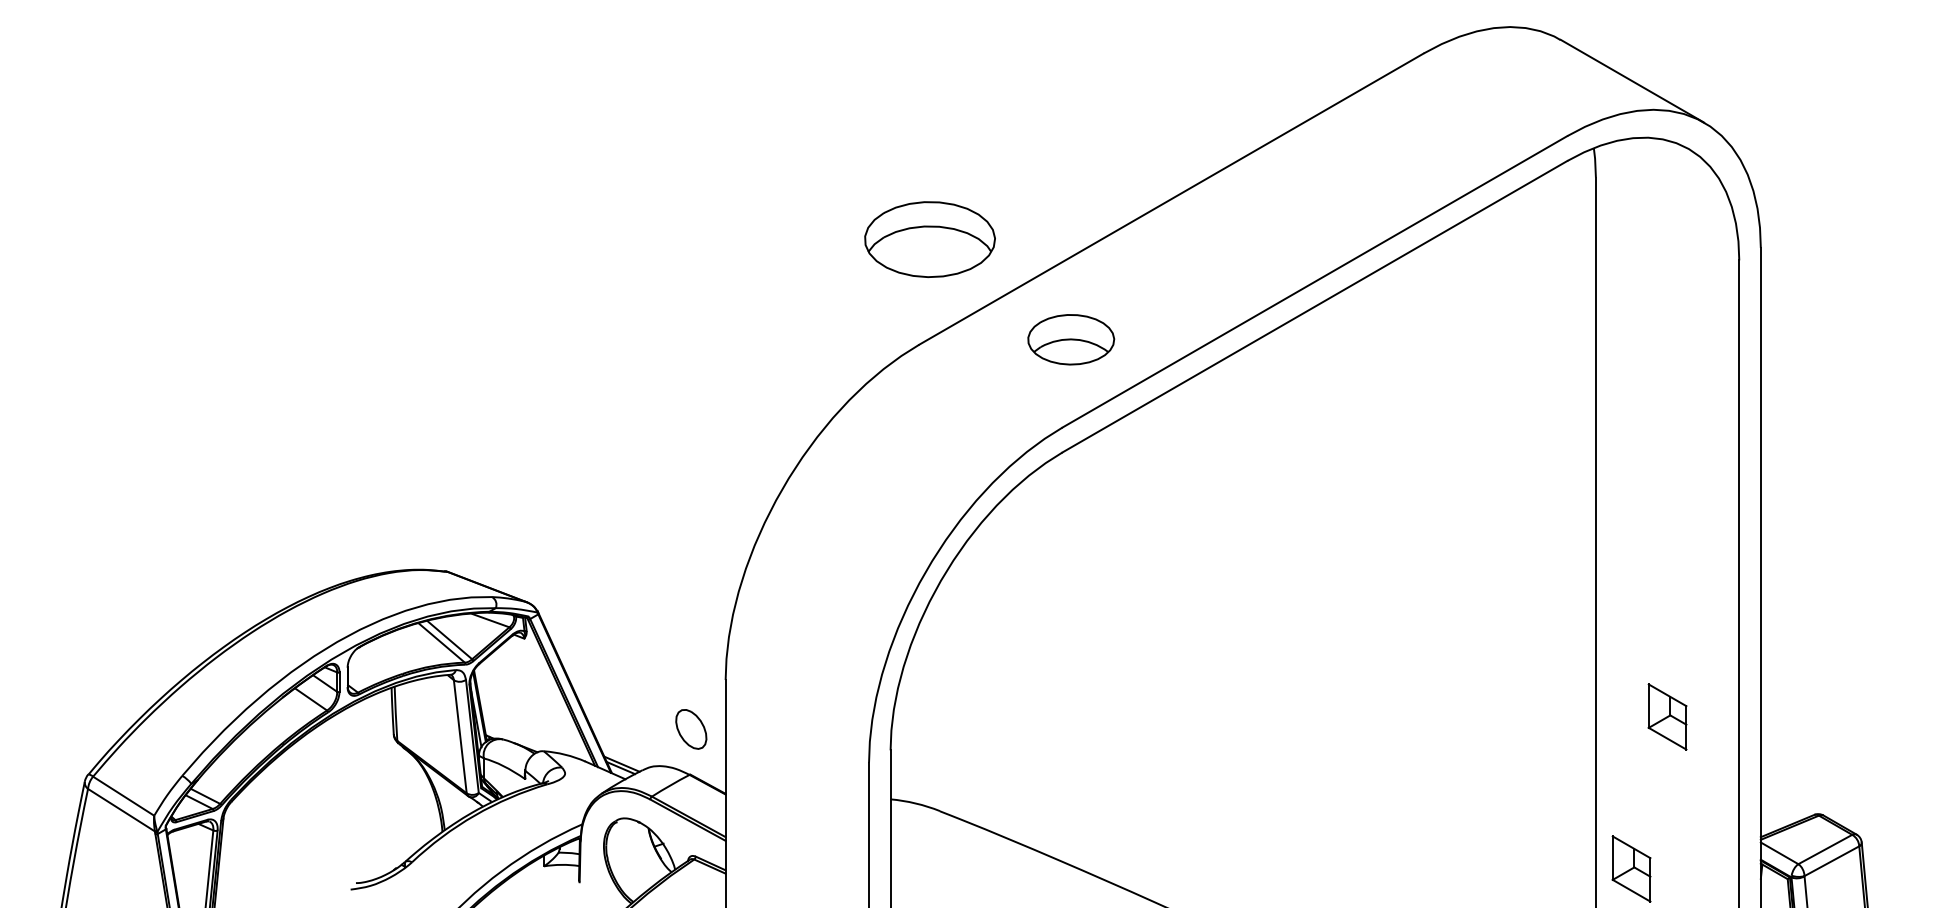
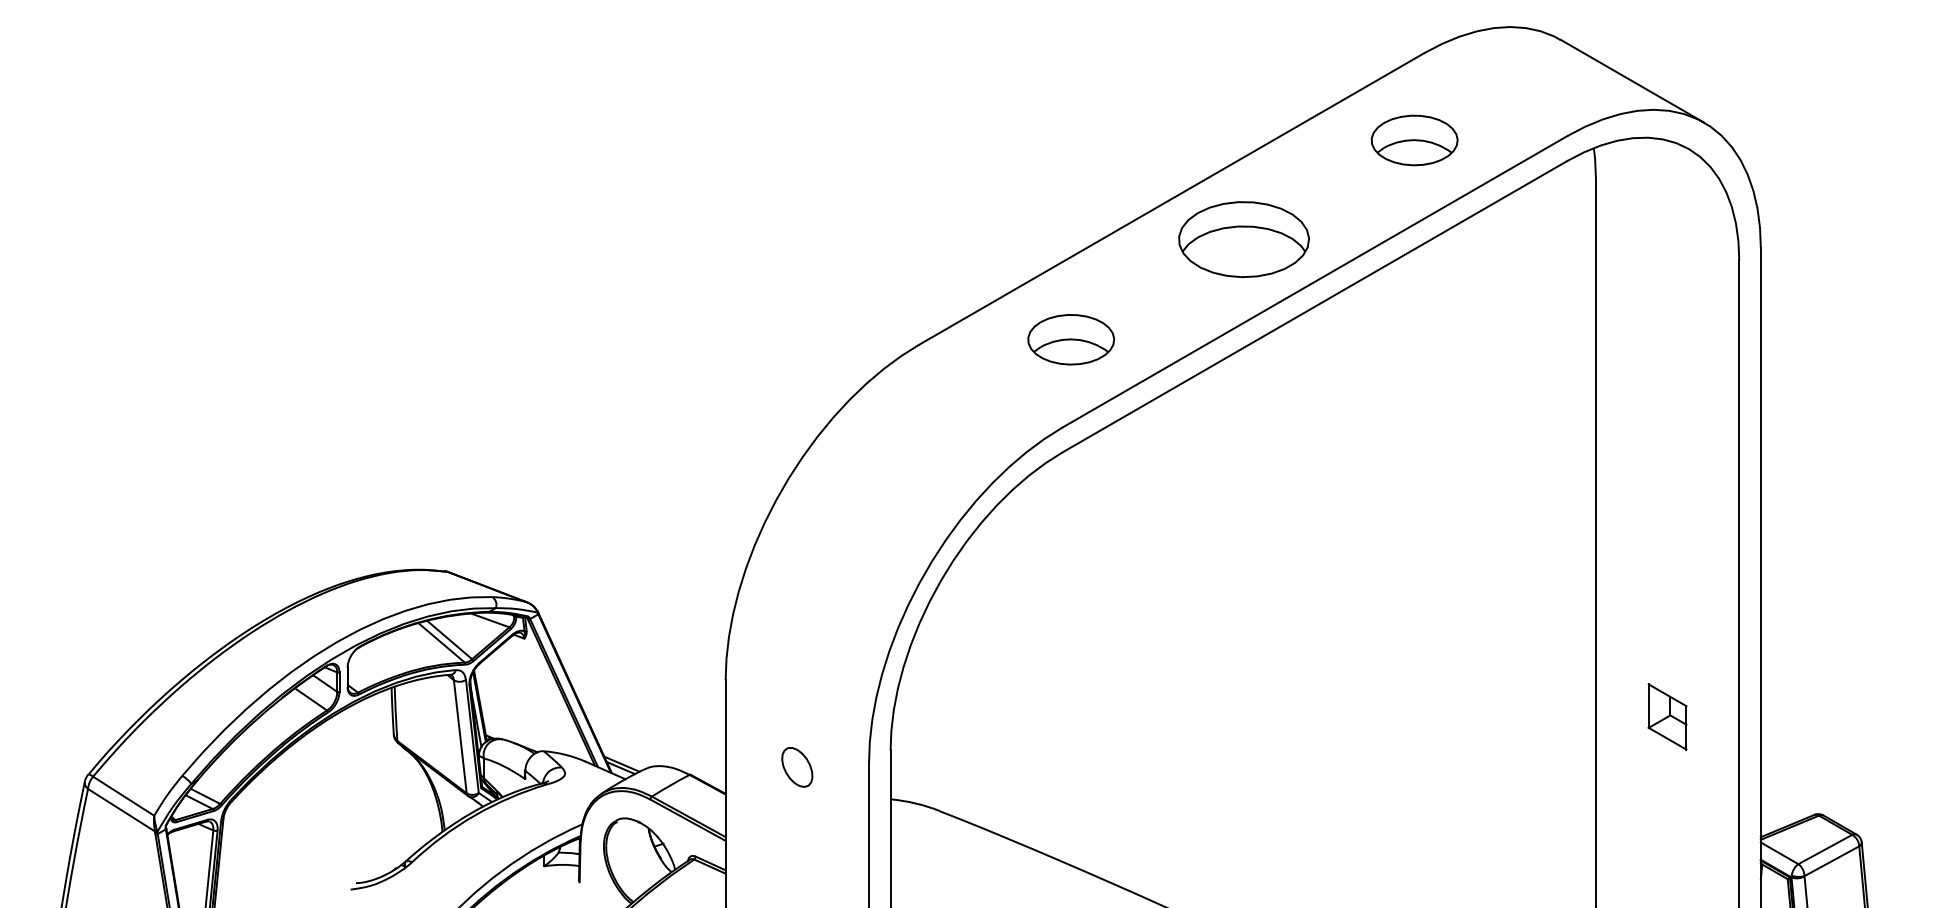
part at (1414, 140): none -> present
part at (929, 239) position: (929, 239) -> (1243, 239)
part at (691, 729) position: (691, 729) -> (797, 767)
part at (1631, 868): present -> none
